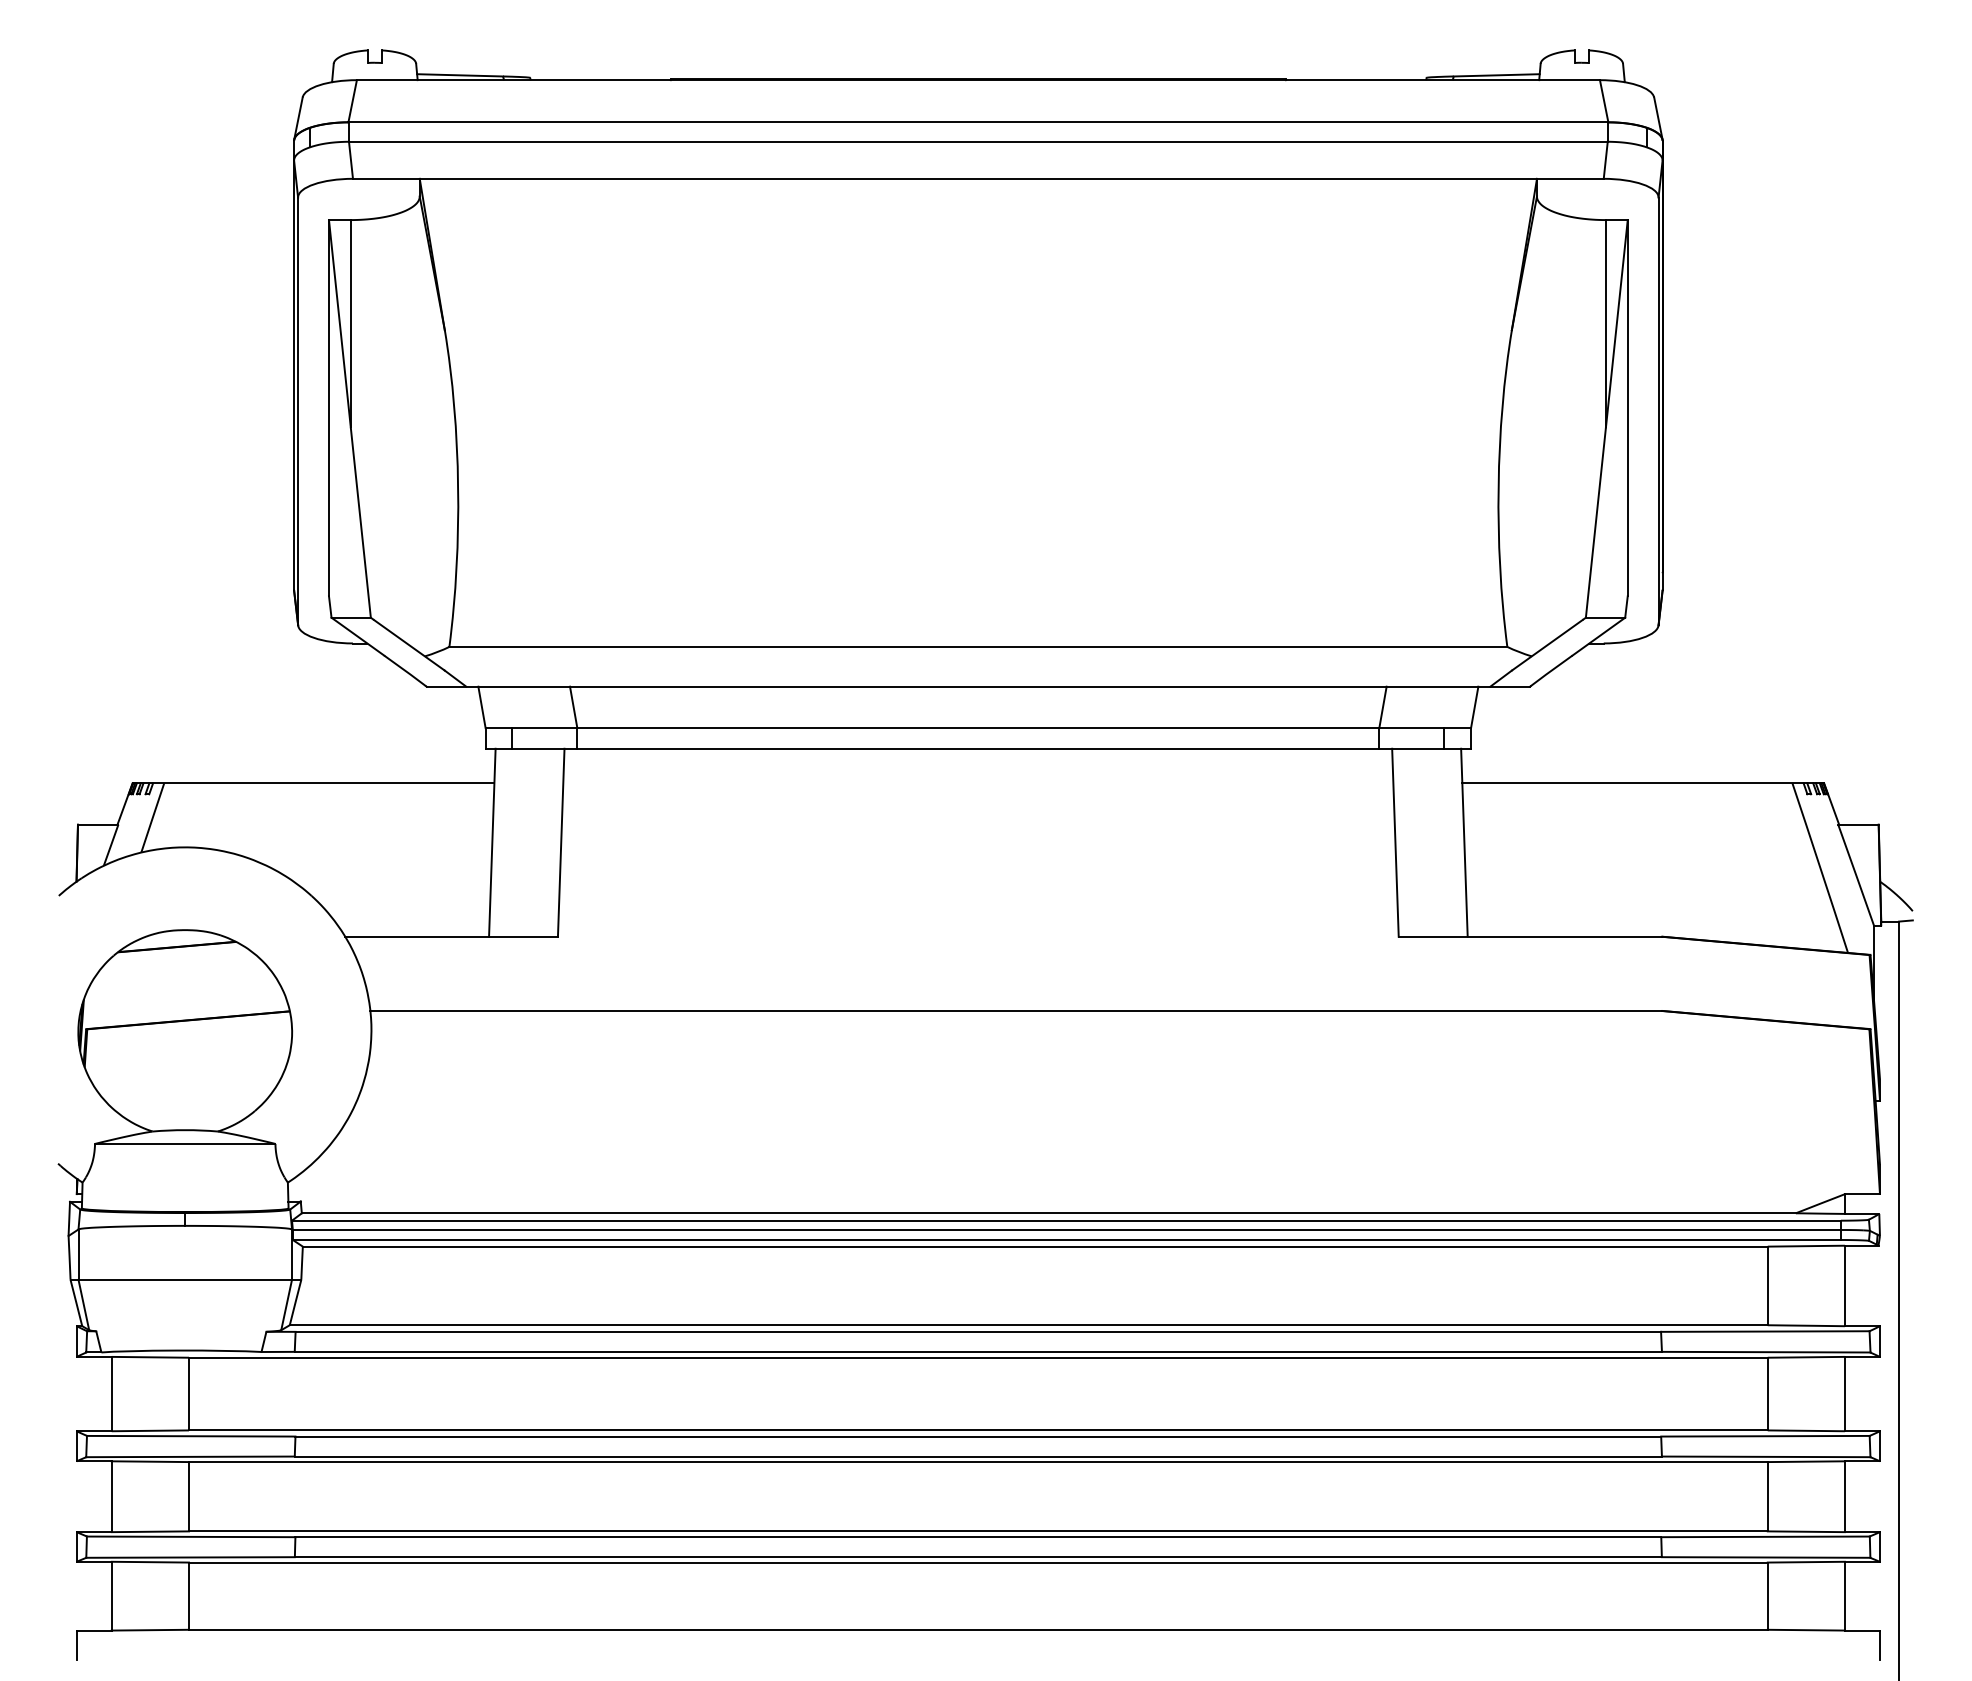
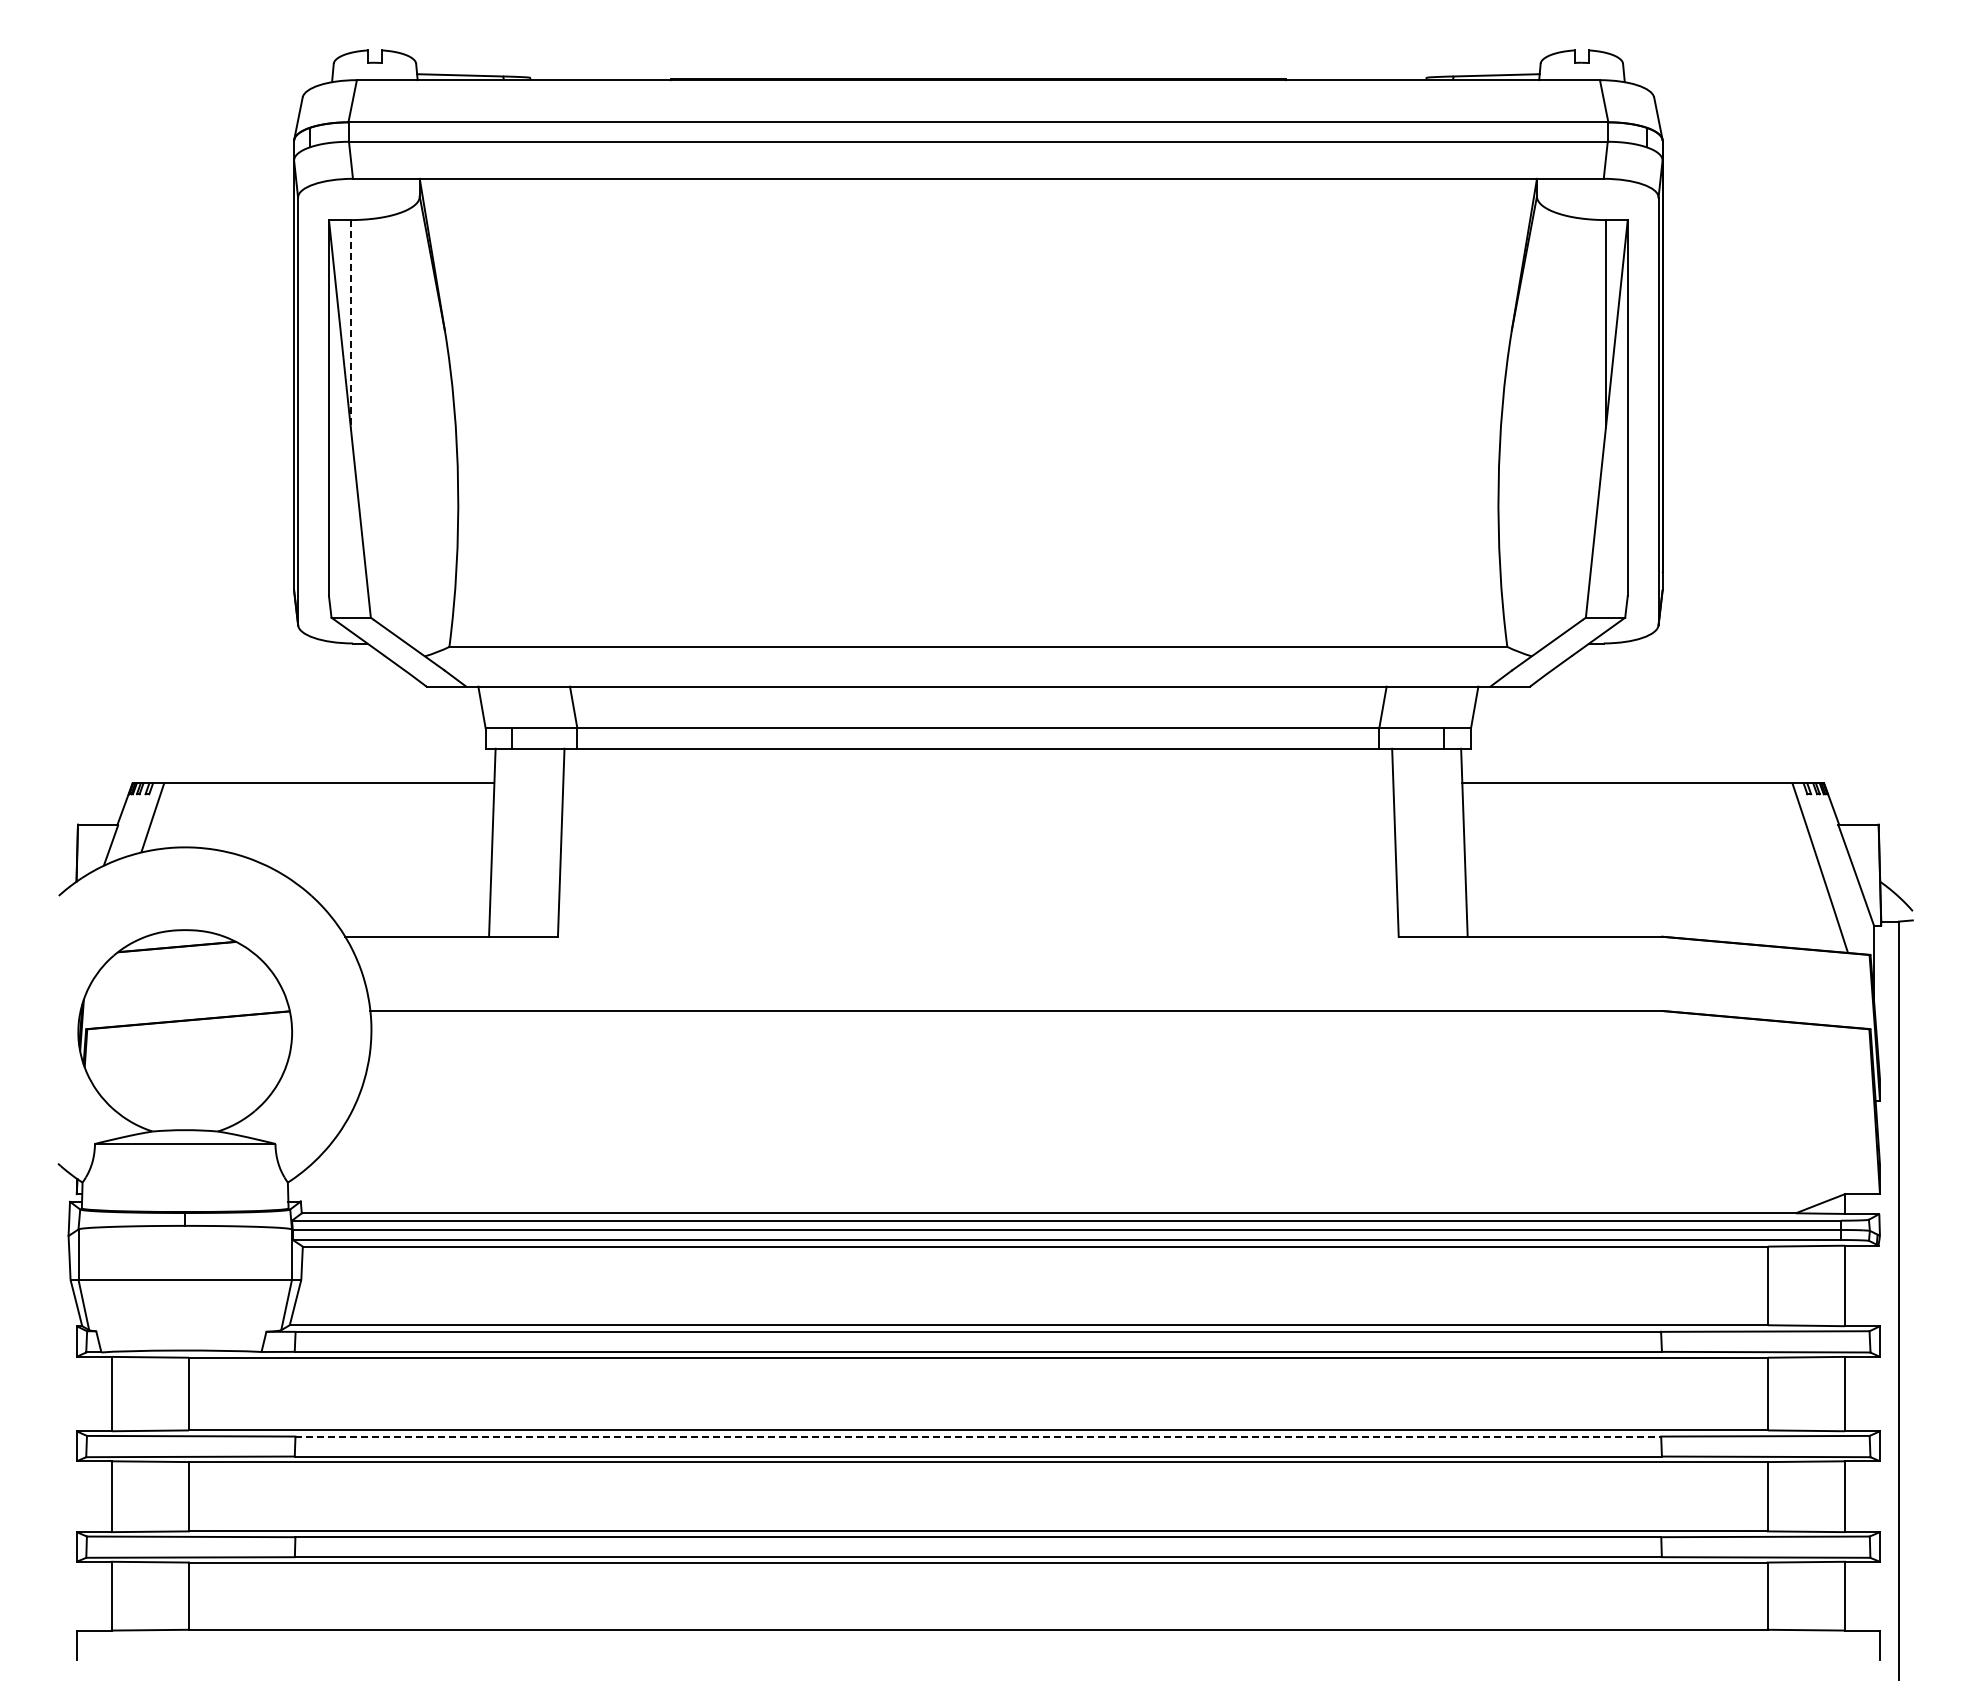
line at (350, 323): solid -> dashed
line at (978, 1436): solid -> dashed
